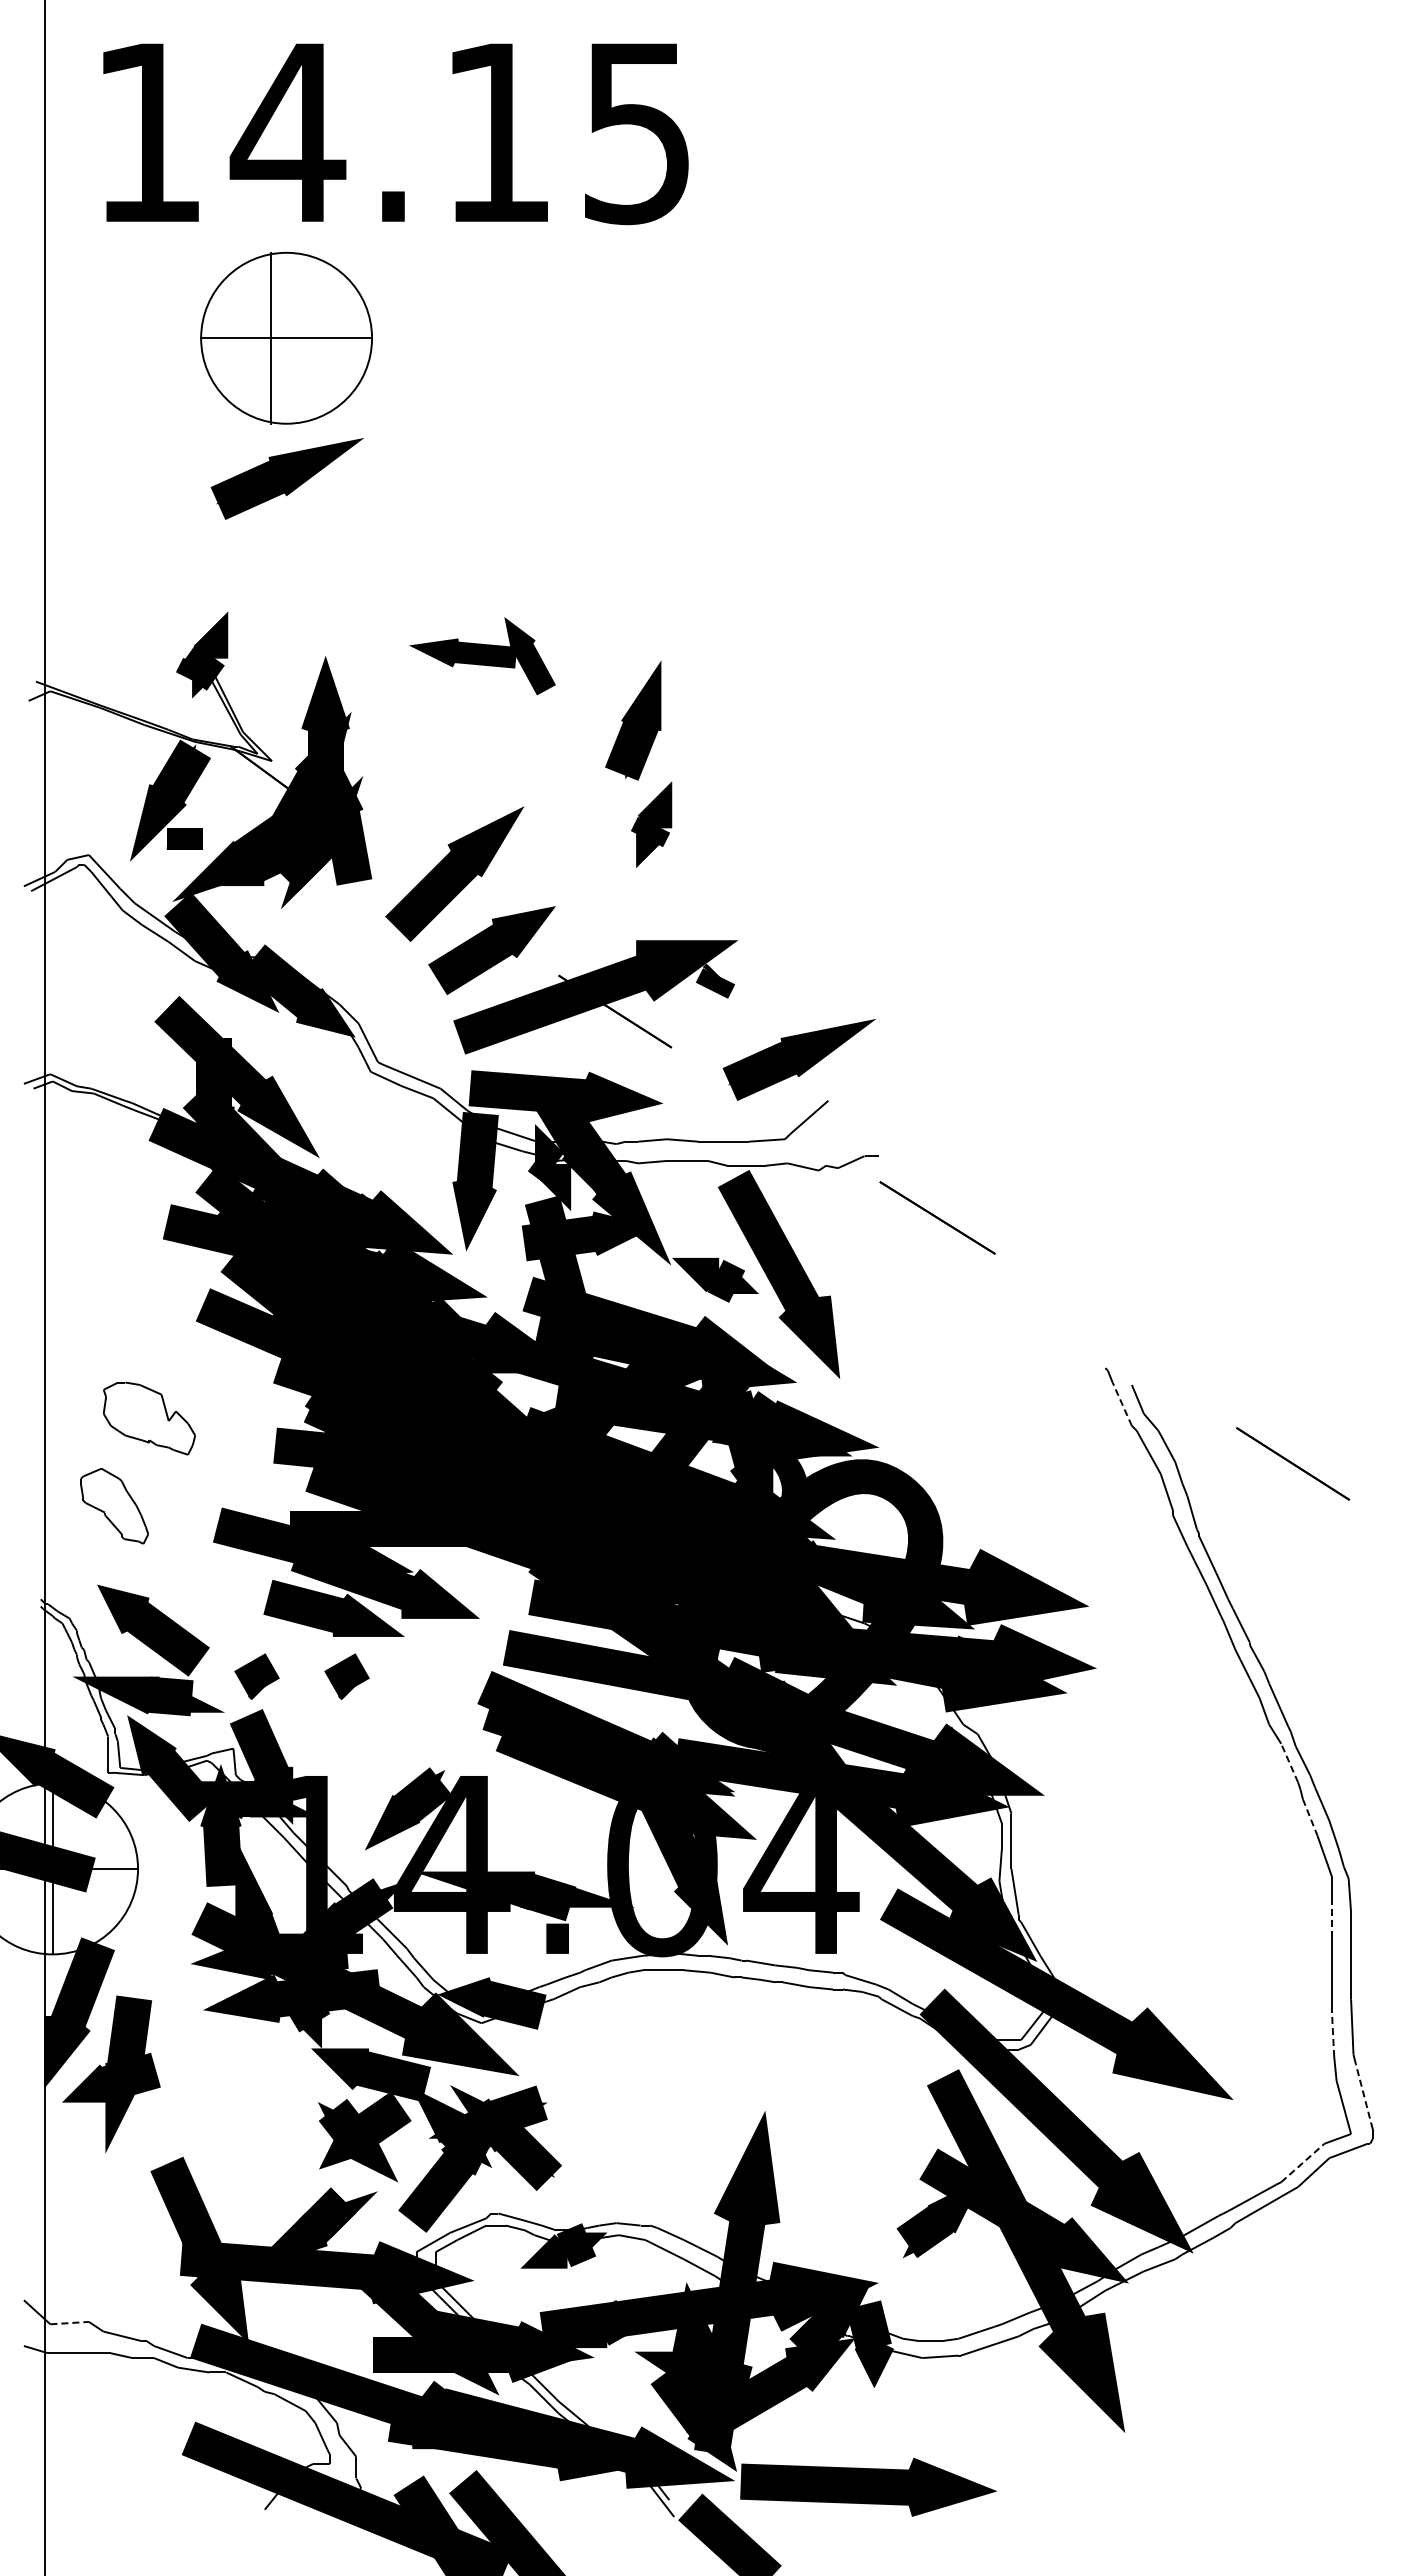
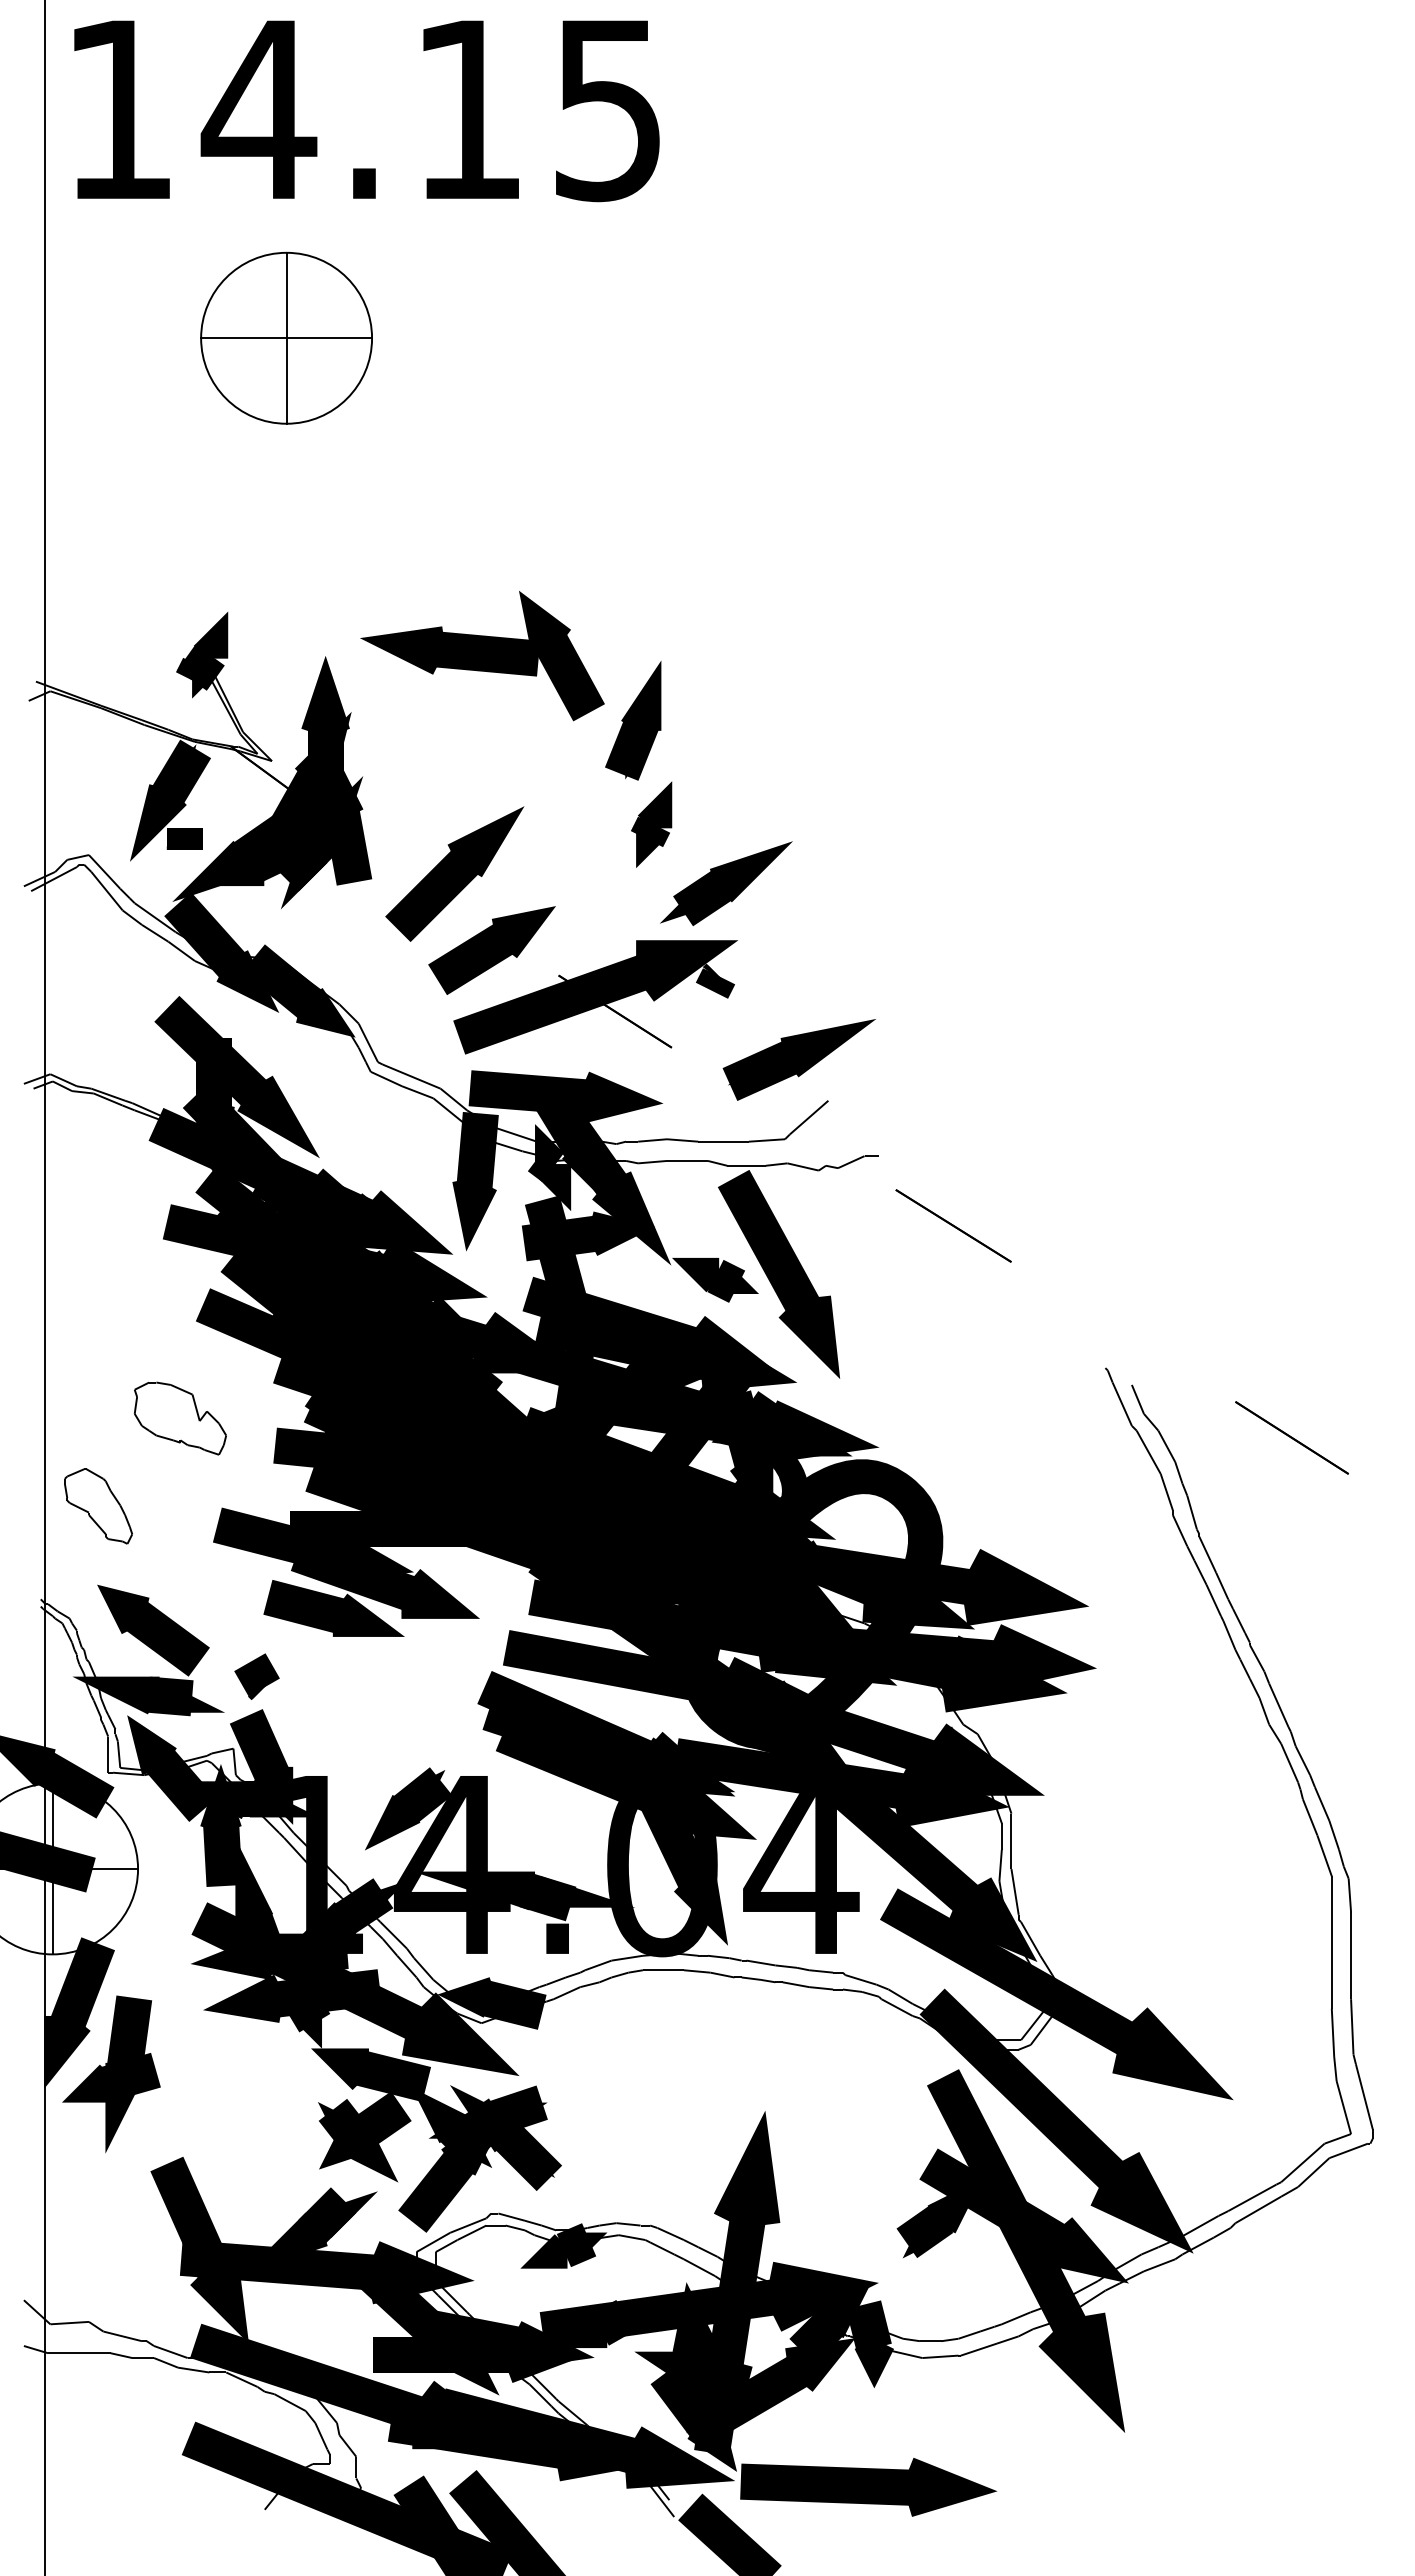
text at (395, 134) position: (395, 134) -> (366, 111)
line at (270, 337) position: (270, 337) -> (286, 337)
part at (286, 478): present -> none
part at (482, 656) size: 147x79 px -> 245x131 px
part at (726, 883): none -> present
line at (937, 1217) position: (937, 1217) -> (953, 1225)
line at (1122, 1404): dashed -> solid
part at (148, 1418) position: (148, 1418) -> (179, 1418)
line at (1292, 1463) position: (1292, 1463) -> (1291, 1437)
part at (114, 1506) position: (114, 1506) -> (98, 1506)
part at (346, 1676): present -> none
line at (1289, 1762): dashed -> solid
line at (1310, 1817): dashed -> solid
line at (1331, 1916): dashed -> solid
line at (1332, 2032): dashed -> solid
line at (1364, 2096): dashed -> solid
line at (1303, 2162): dashed -> solid
line at (70, 2323): dashed -> solid
